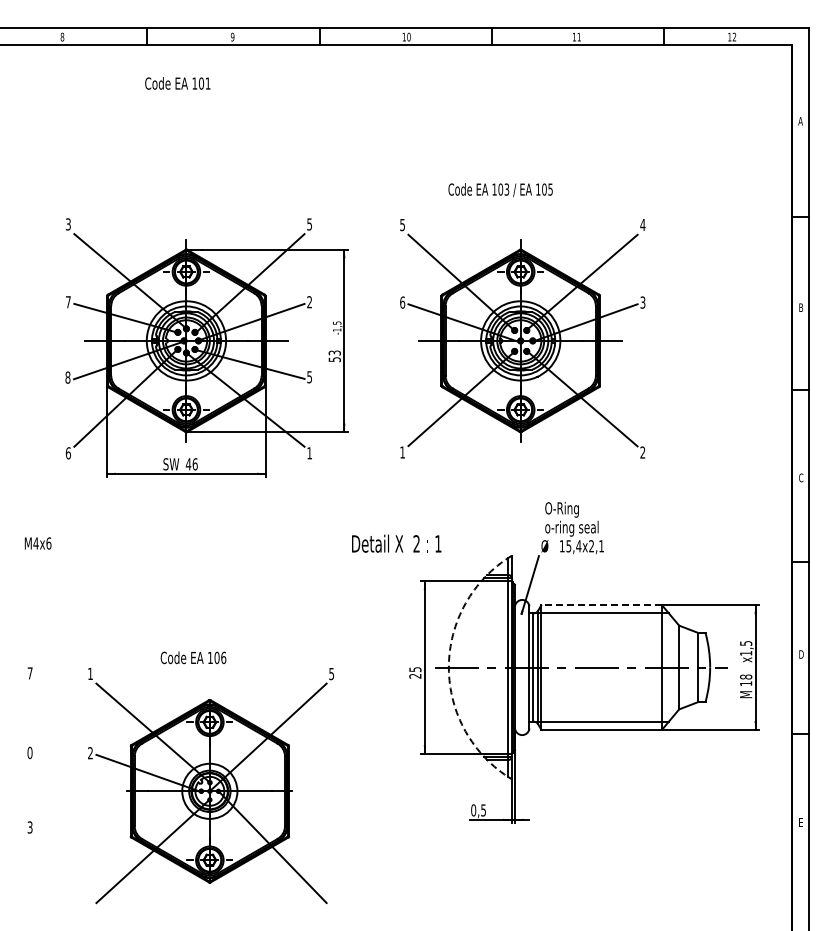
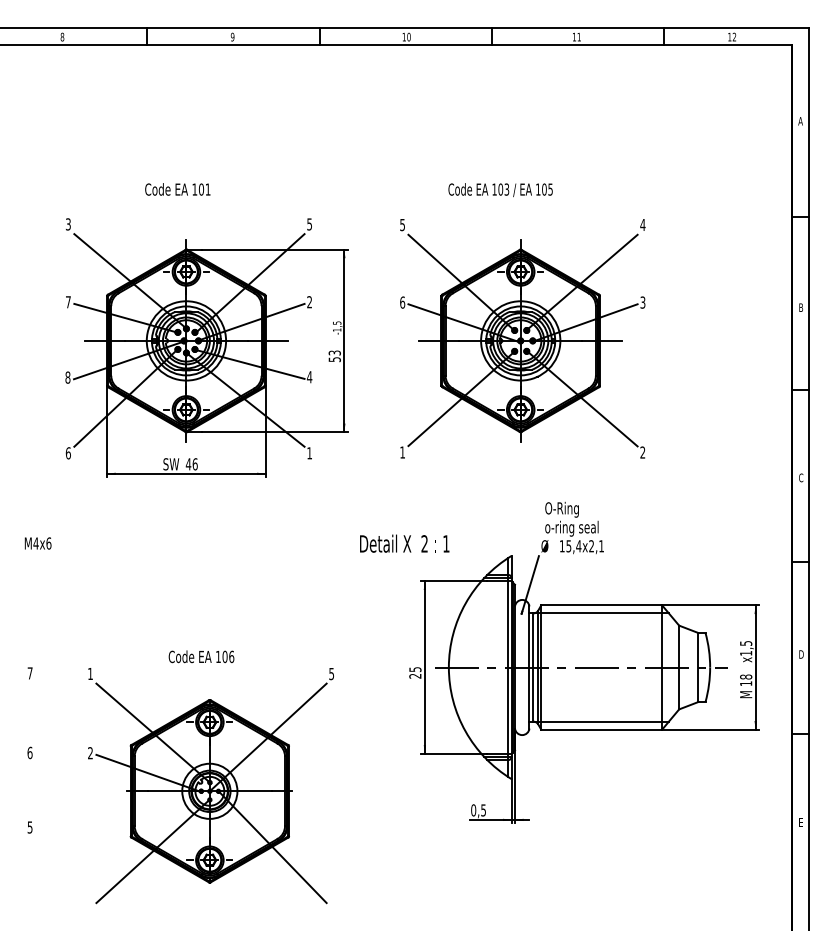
text at (177, 83) position: (177, 83) -> (177, 189)
text at (309, 377): 5 -> 4
text at (396, 543) position: (396, 543) -> (404, 543)
line at (601, 605): dashed -> solid
text at (193, 657) position: (193, 657) -> (201, 656)
arc at (448, 667): dashed -> solid
text at (29, 752): 0 -> 6
text at (29, 826): 3 -> 5
